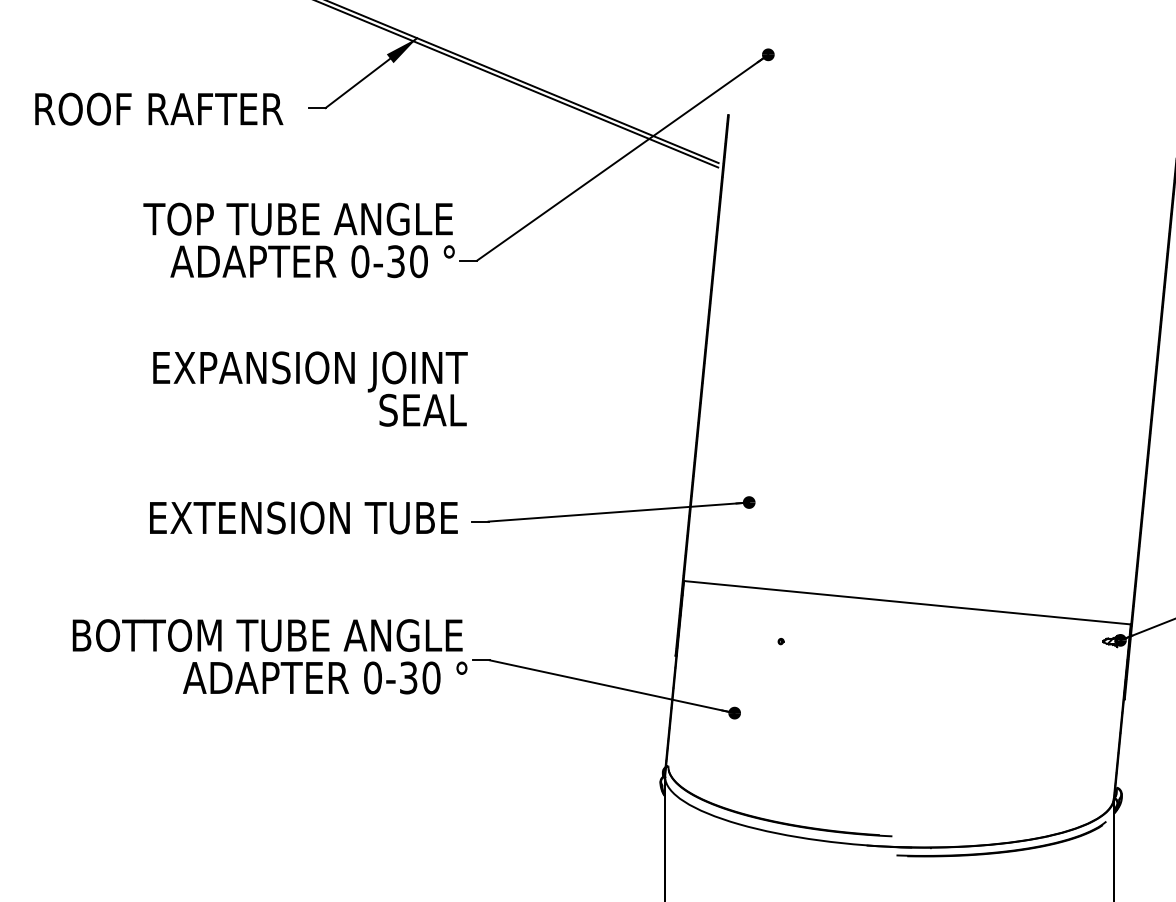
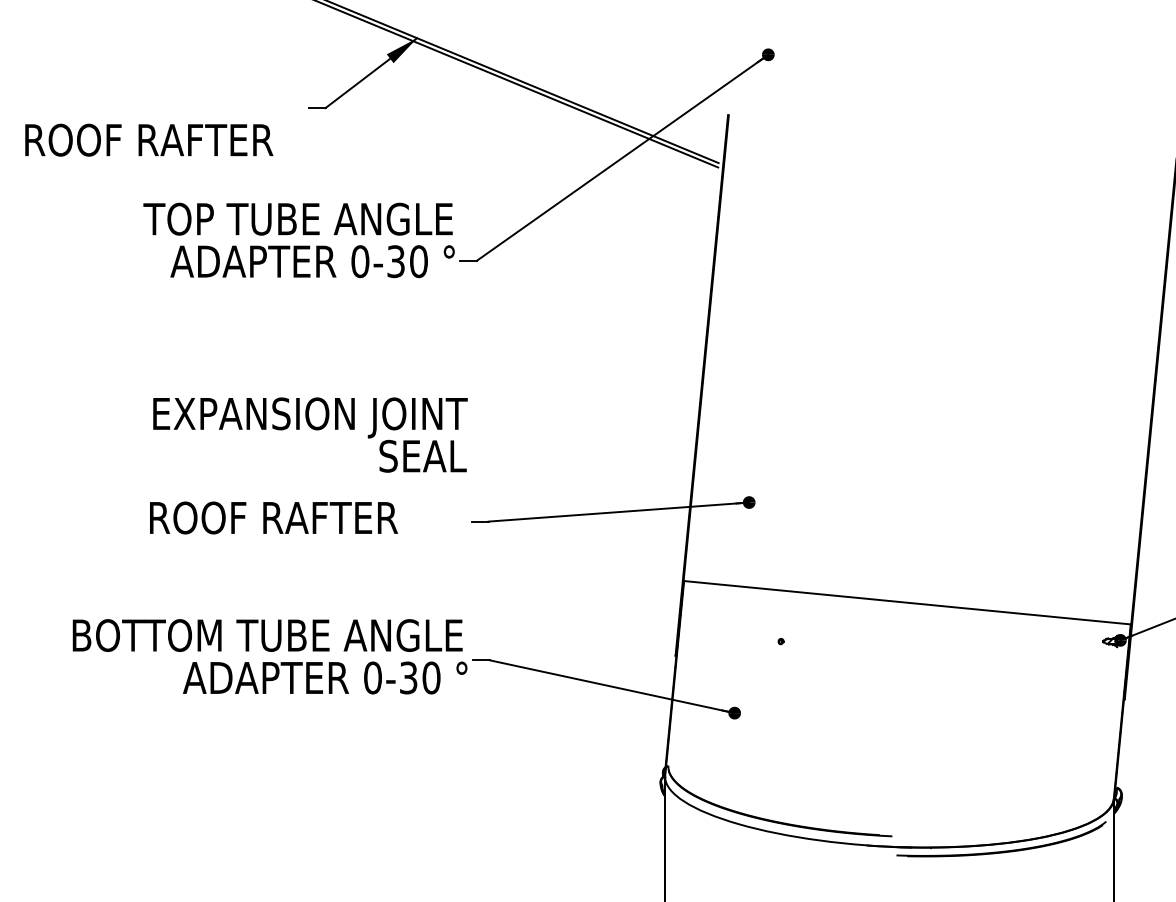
text at (159, 108) position: (159, 108) -> (149, 139)
text at (310, 388) position: (310, 388) -> (310, 434)
text at (305, 517): EXTENSION TUBE -> ROOF RAFTER
